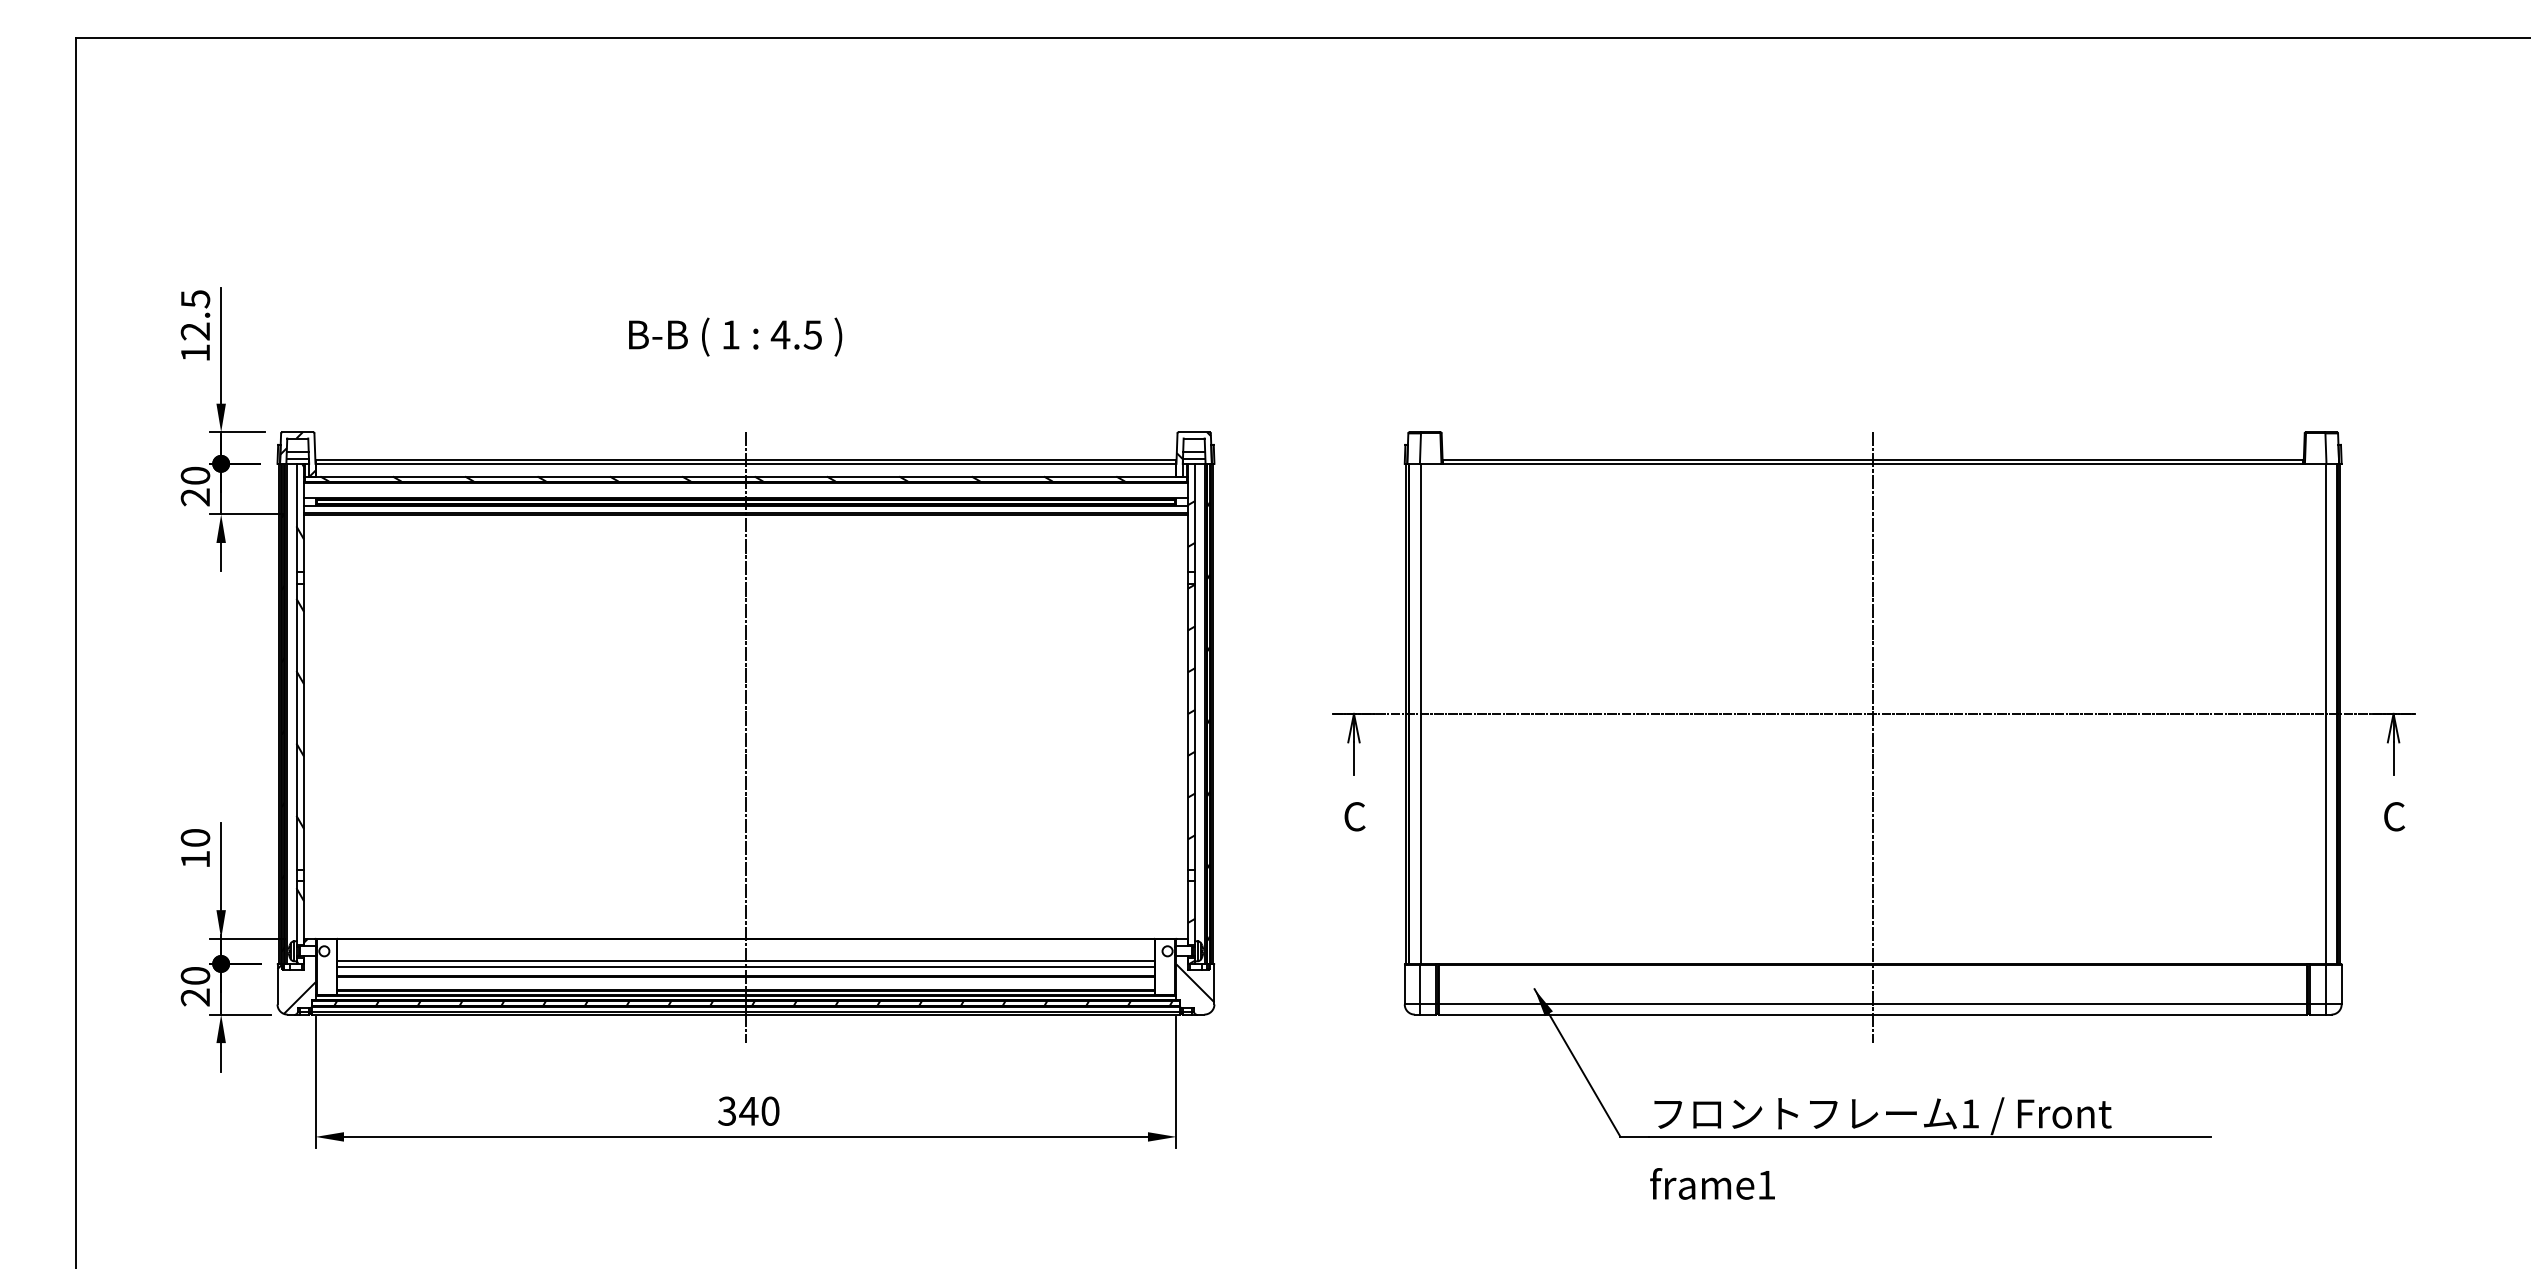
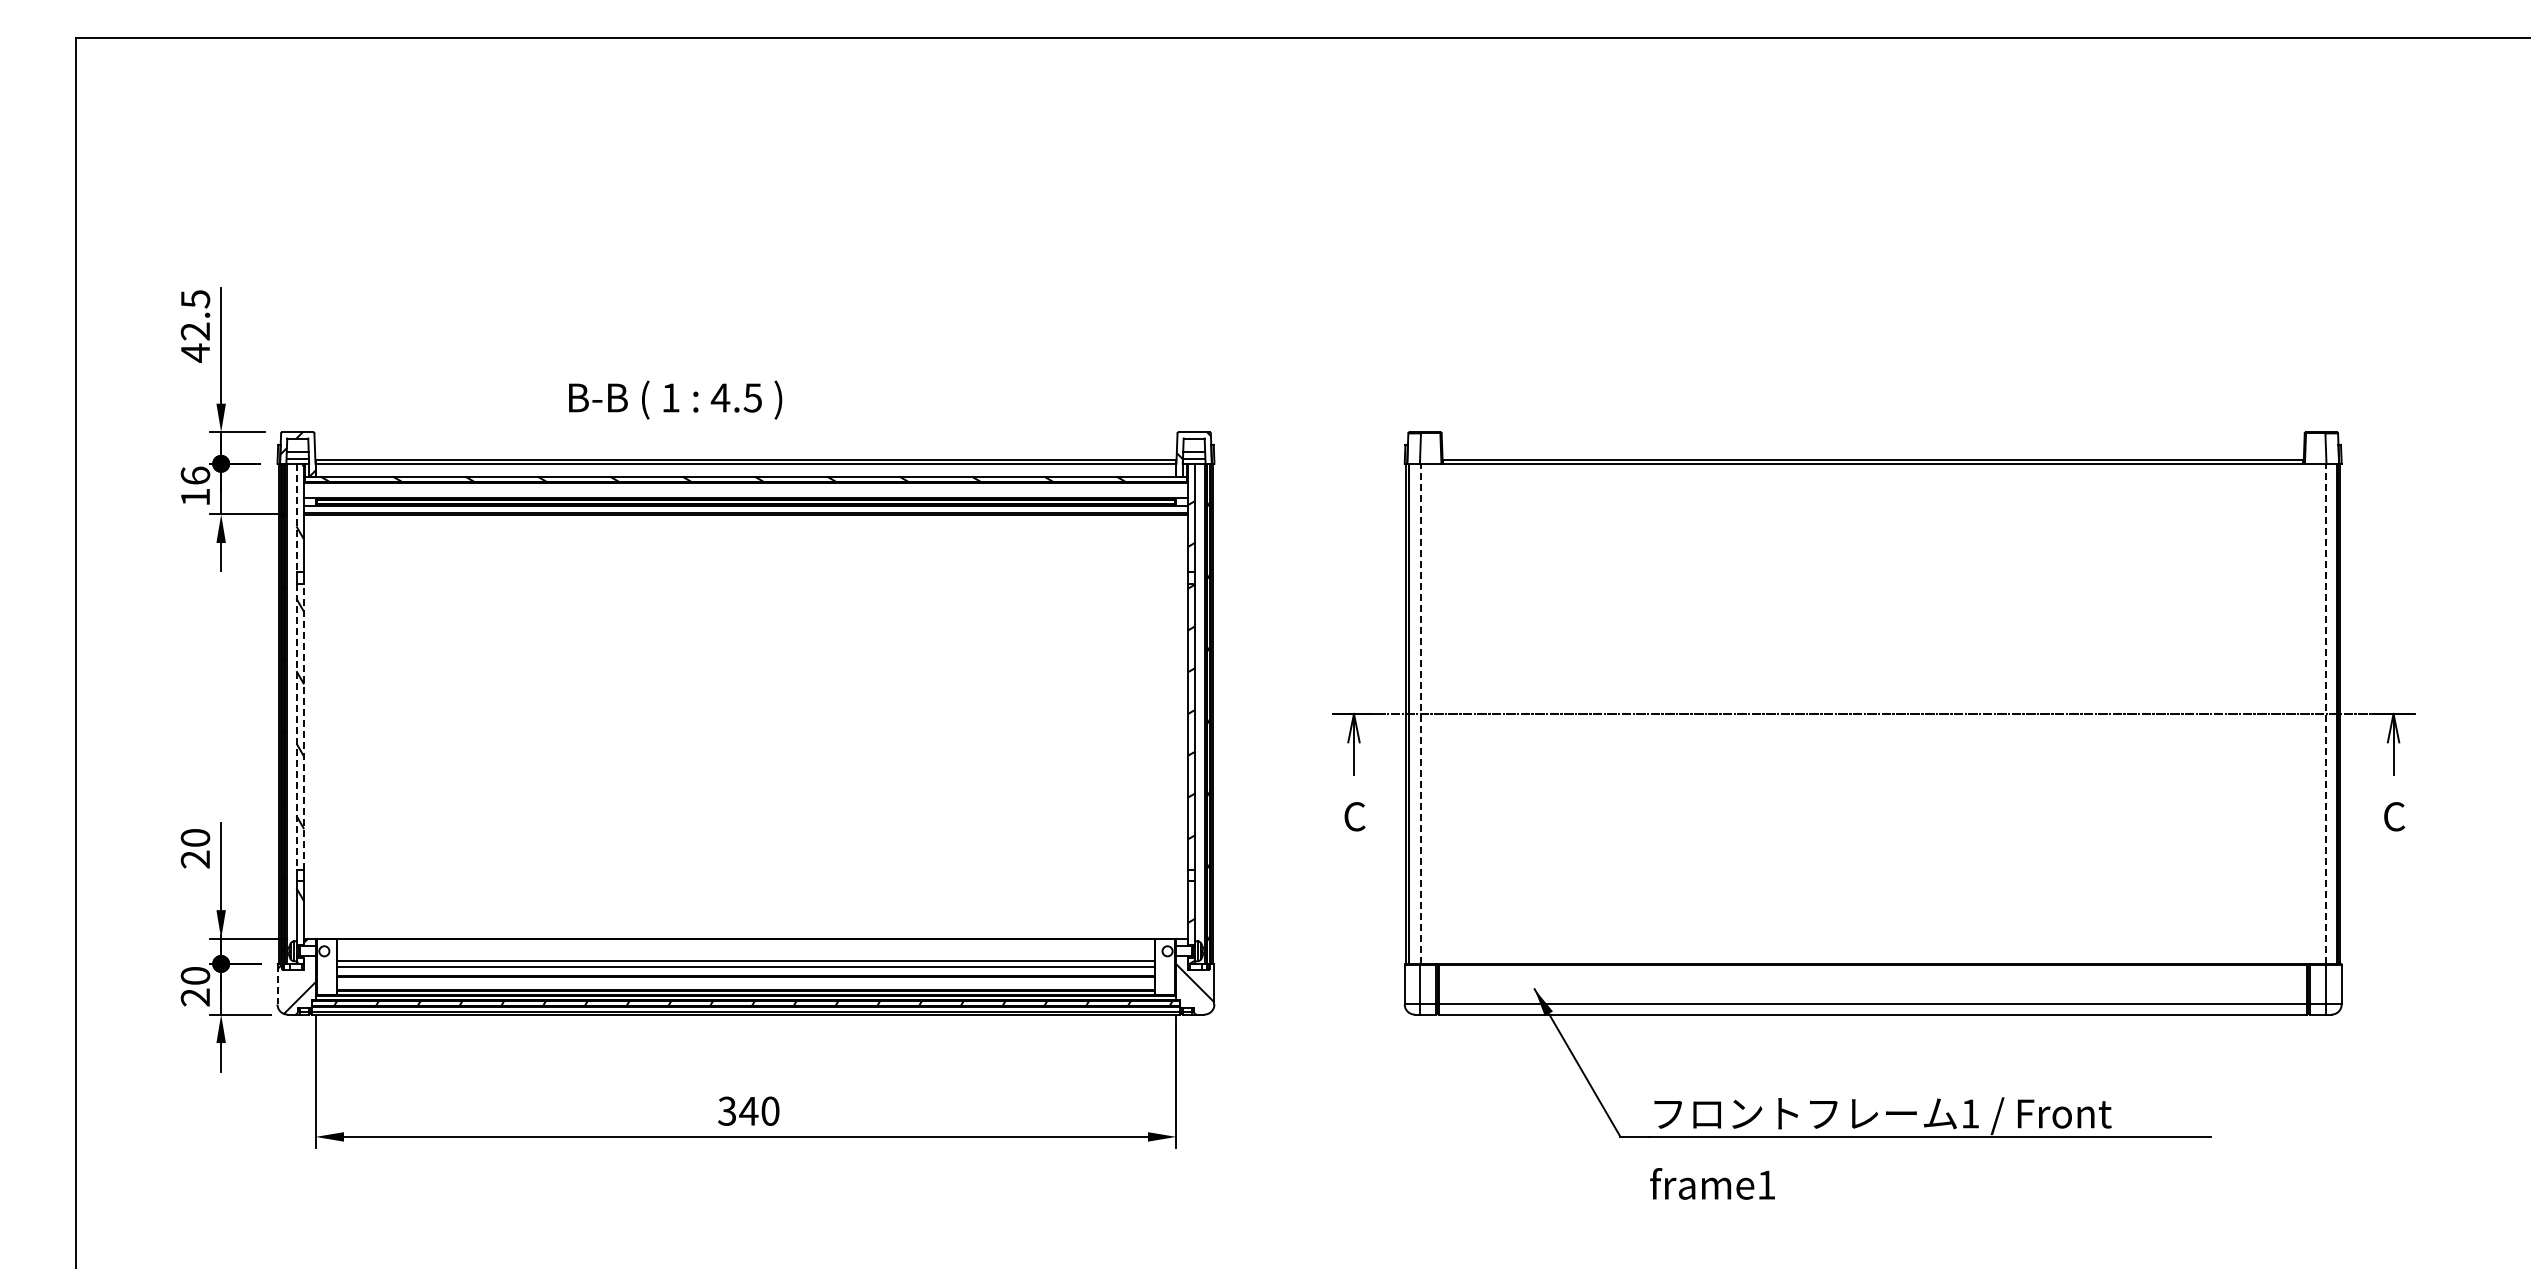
text at (735, 336) position: (735, 336) -> (675, 399)
text at (195, 352): 12.5 -> 42.5
text at (195, 486): 20 -> 16
line at (296, 518): solid -> dashed
line at (1420, 713): solid -> dashed
line at (2325, 713): solid -> dashed
line at (304, 726): solid -> dashed
line at (296, 727): solid -> dashed
line at (745, 737): present -> none
line at (1873, 737): present -> none
text at (194, 859): 10 -> 20
line at (277, 984): solid -> dashed
